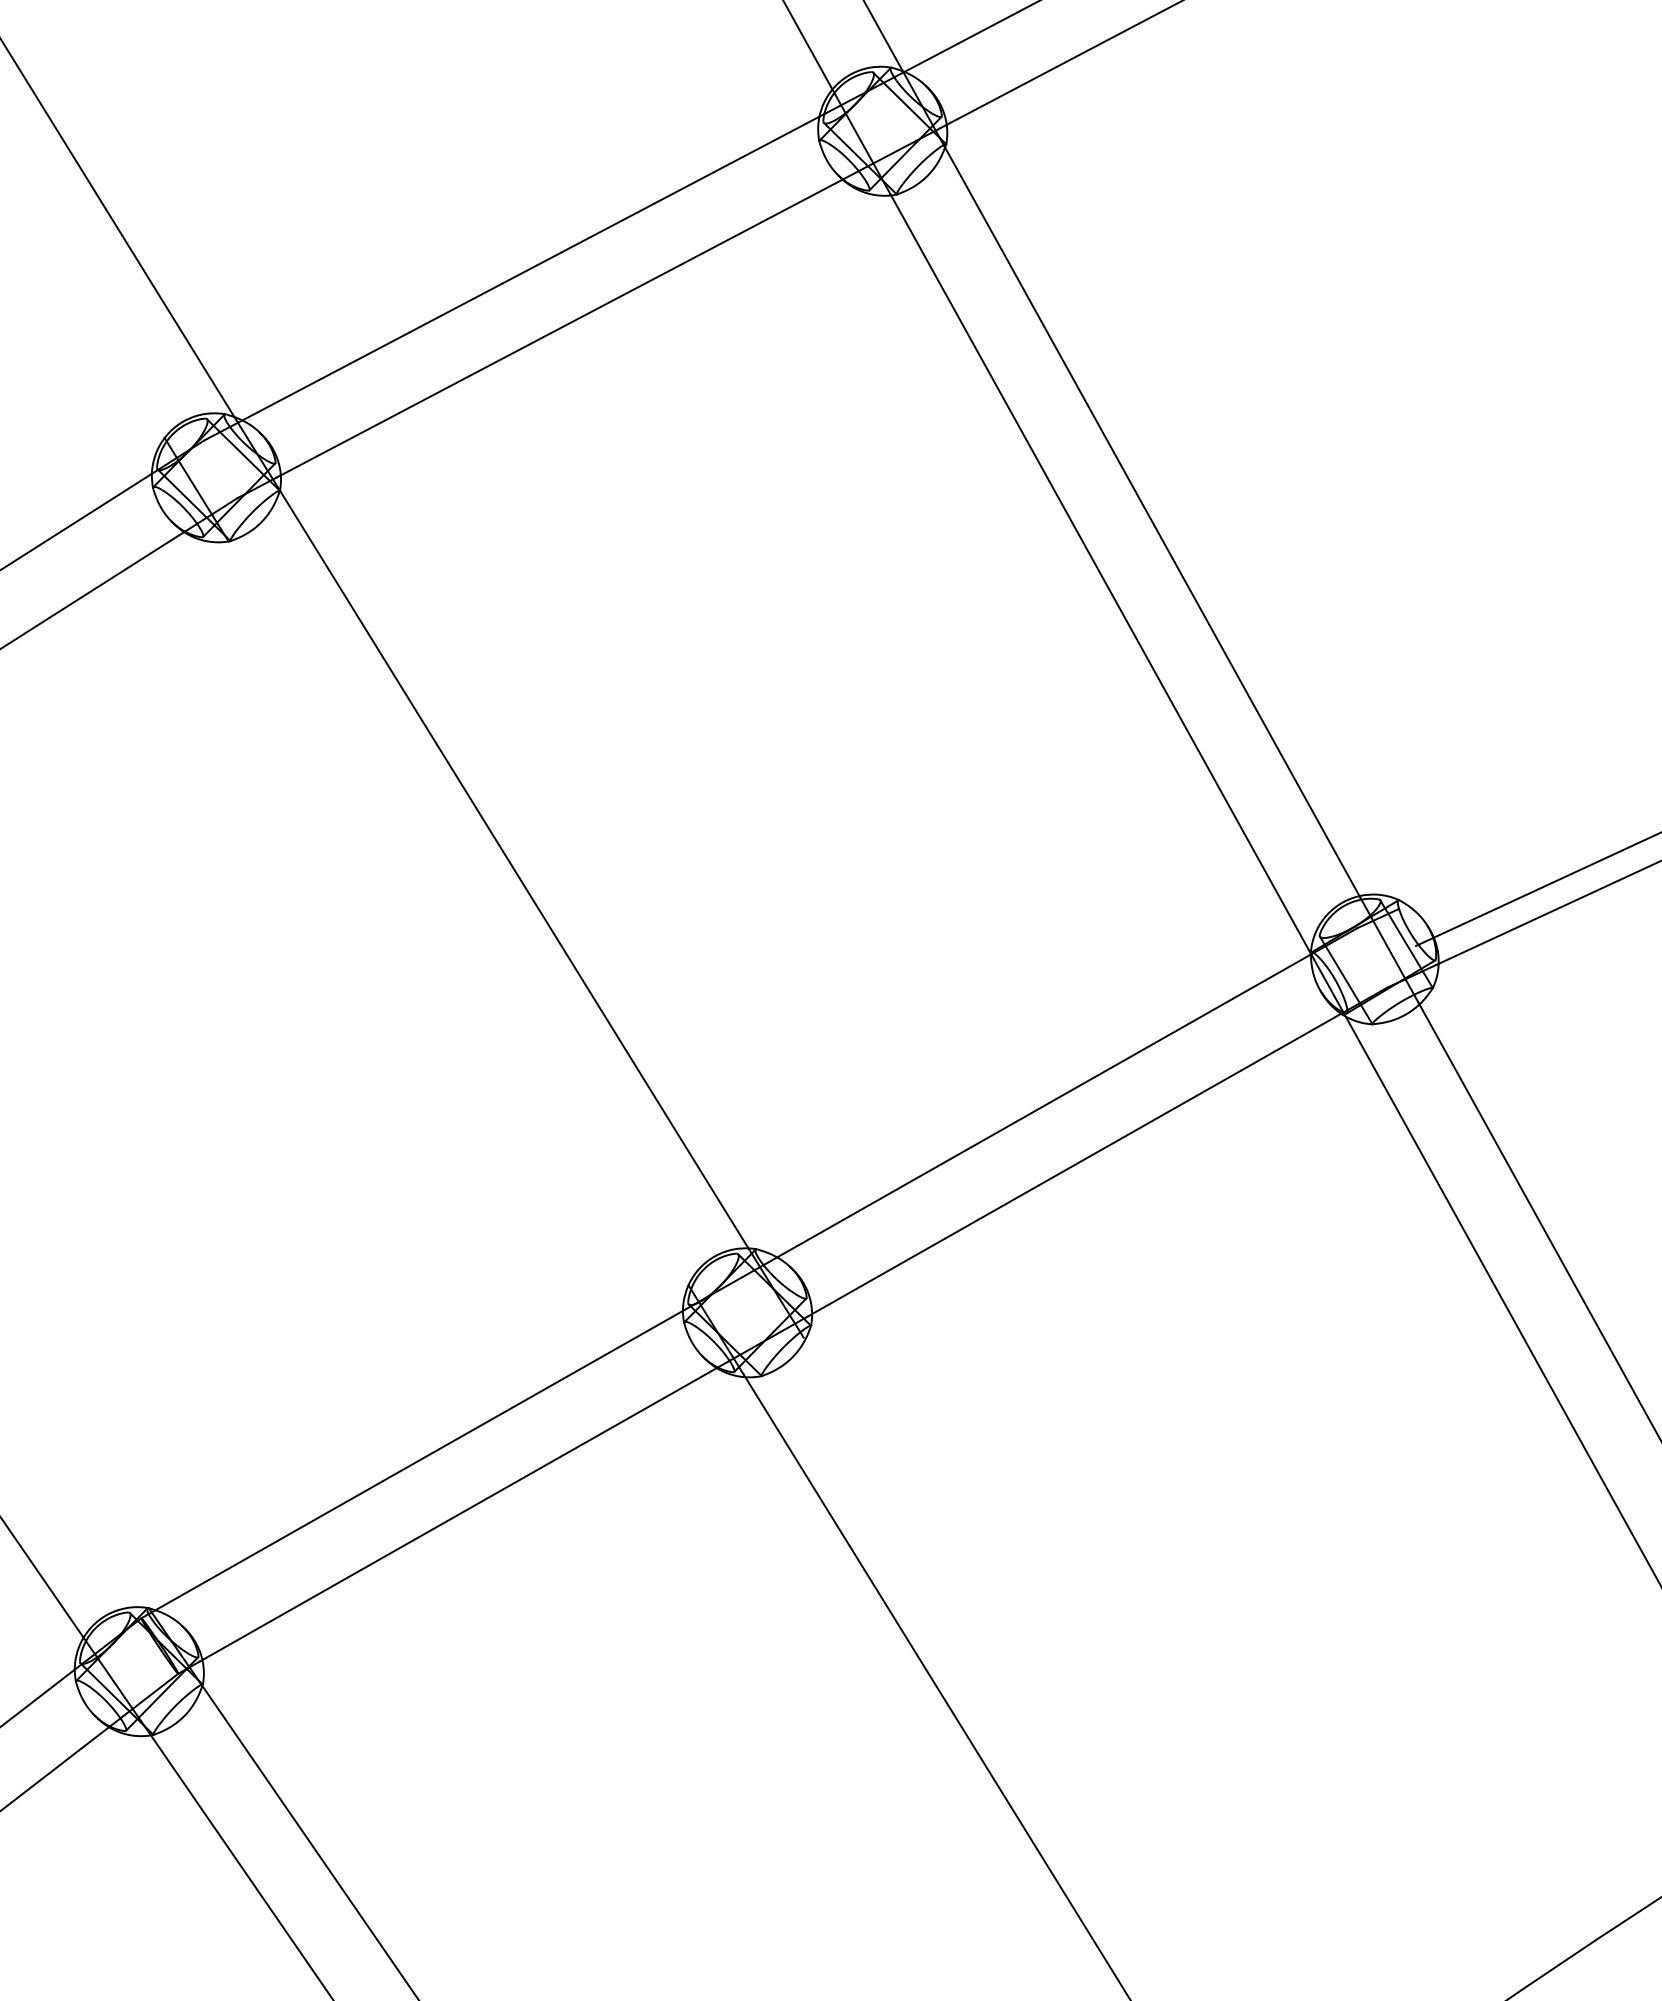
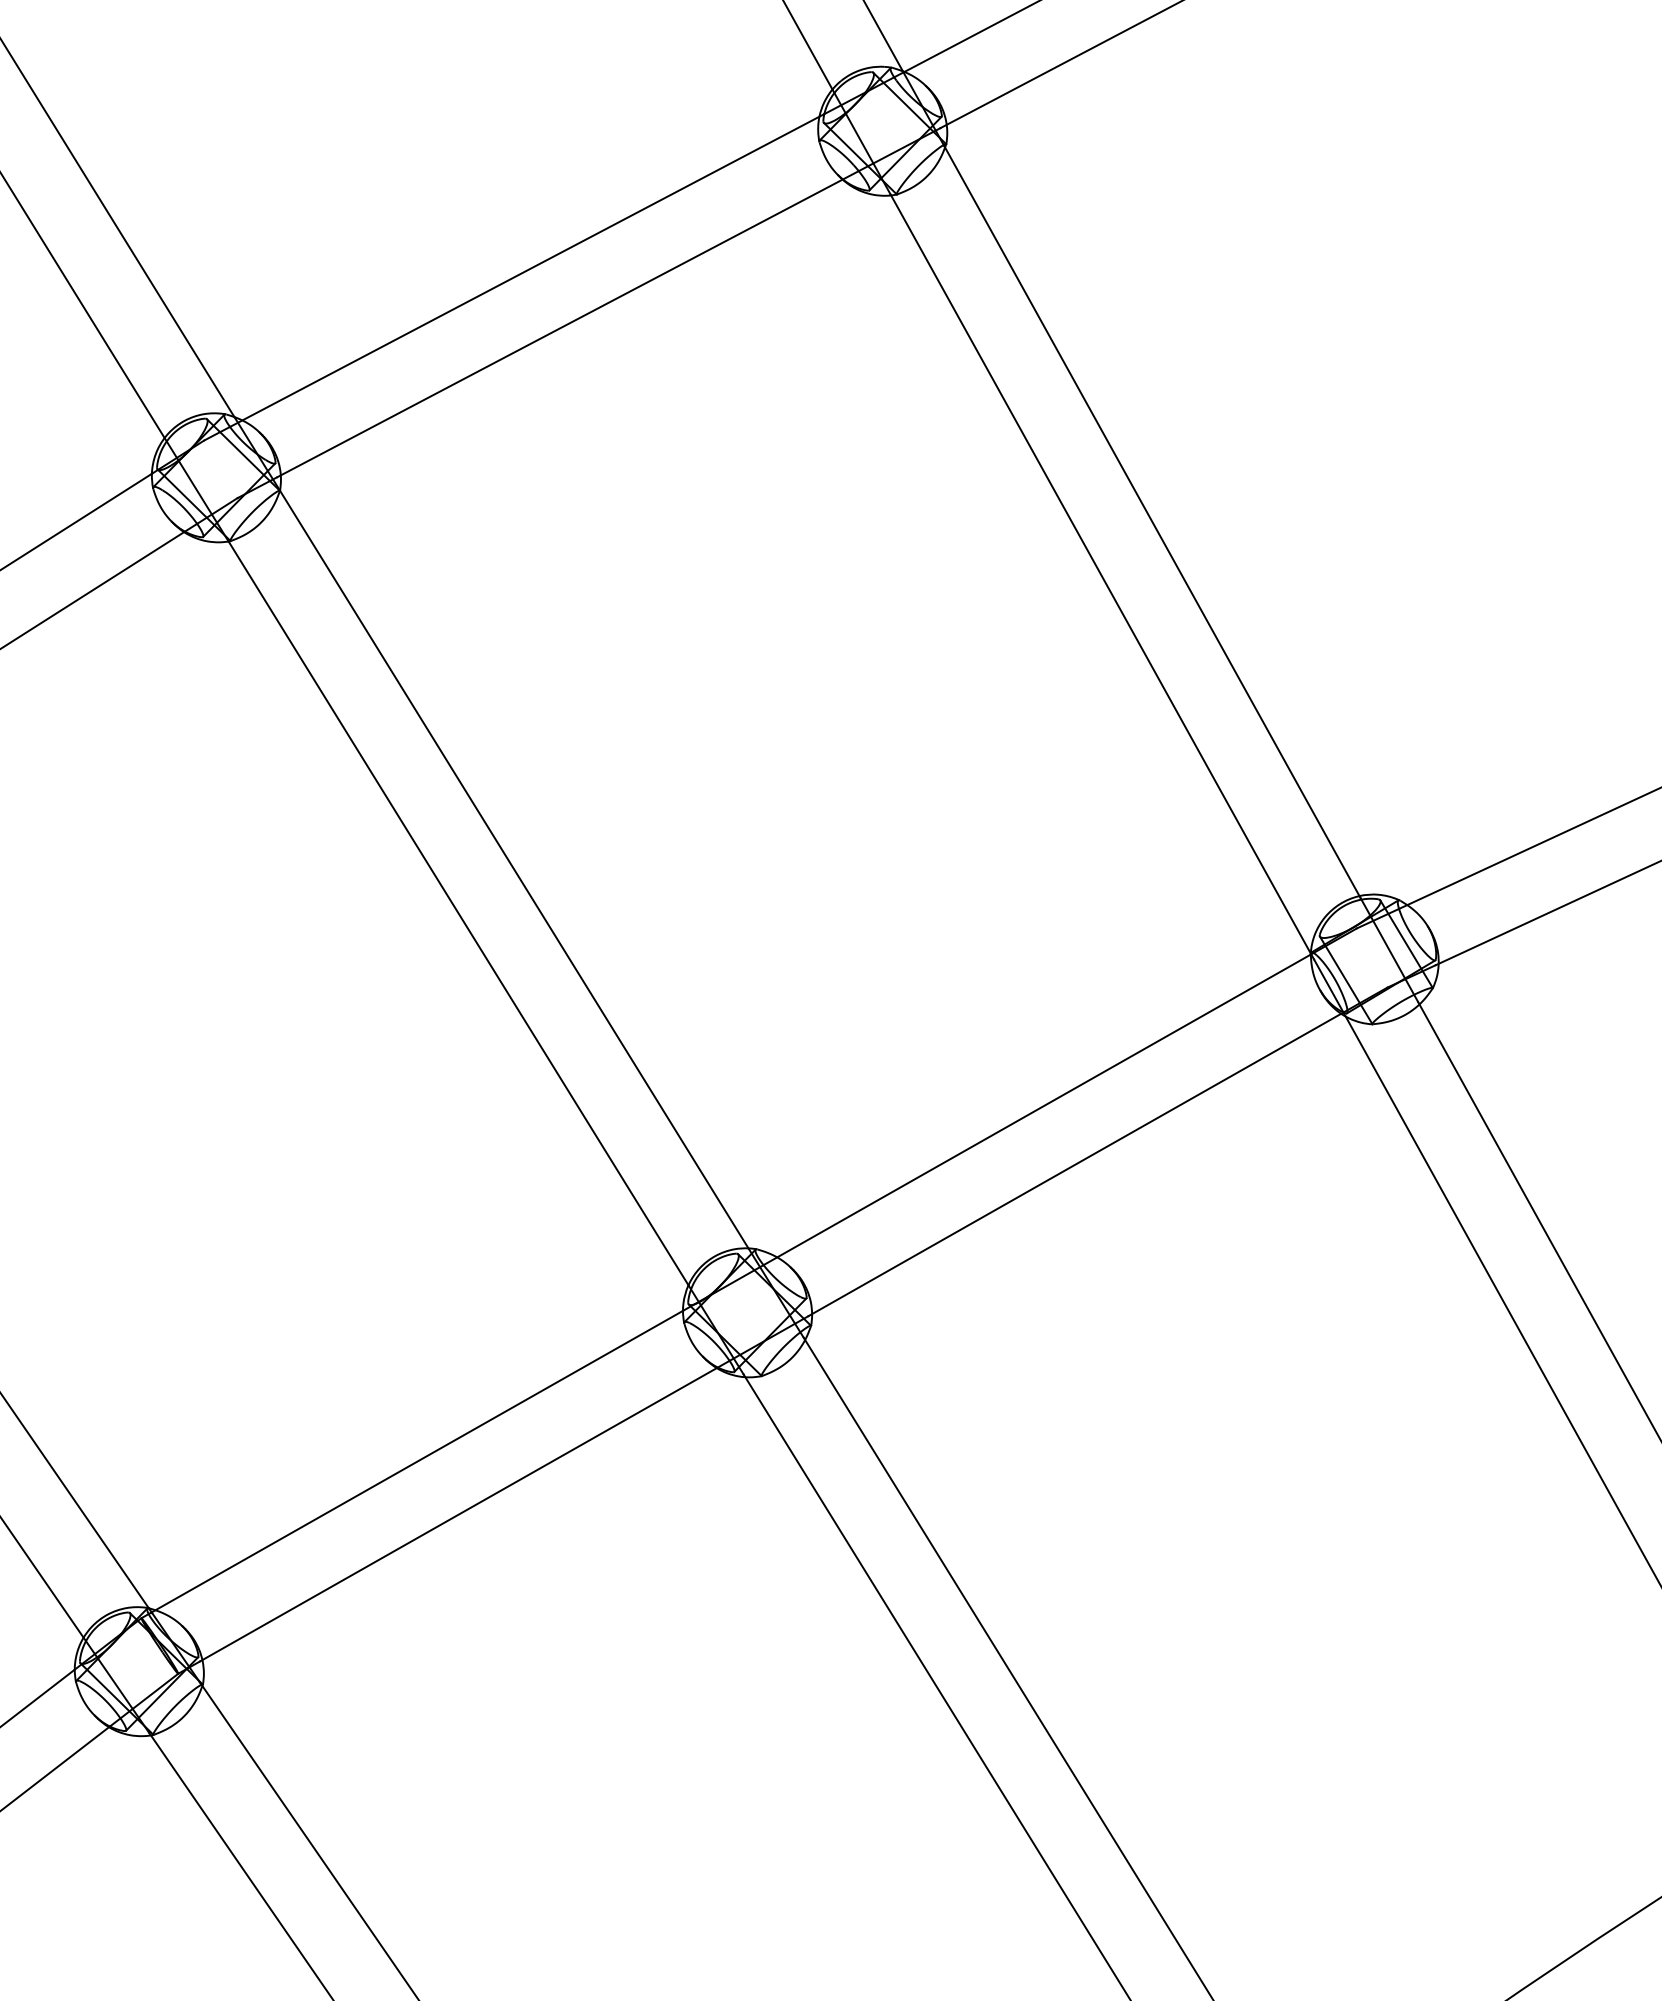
line at (83, 306): none -> present
line at (1537, 889) position: (1537, 889) -> (1528, 848)
line at (458, 913): none -> present
line at (75, 1501): none -> present
line at (1007, 1667): none -> present
